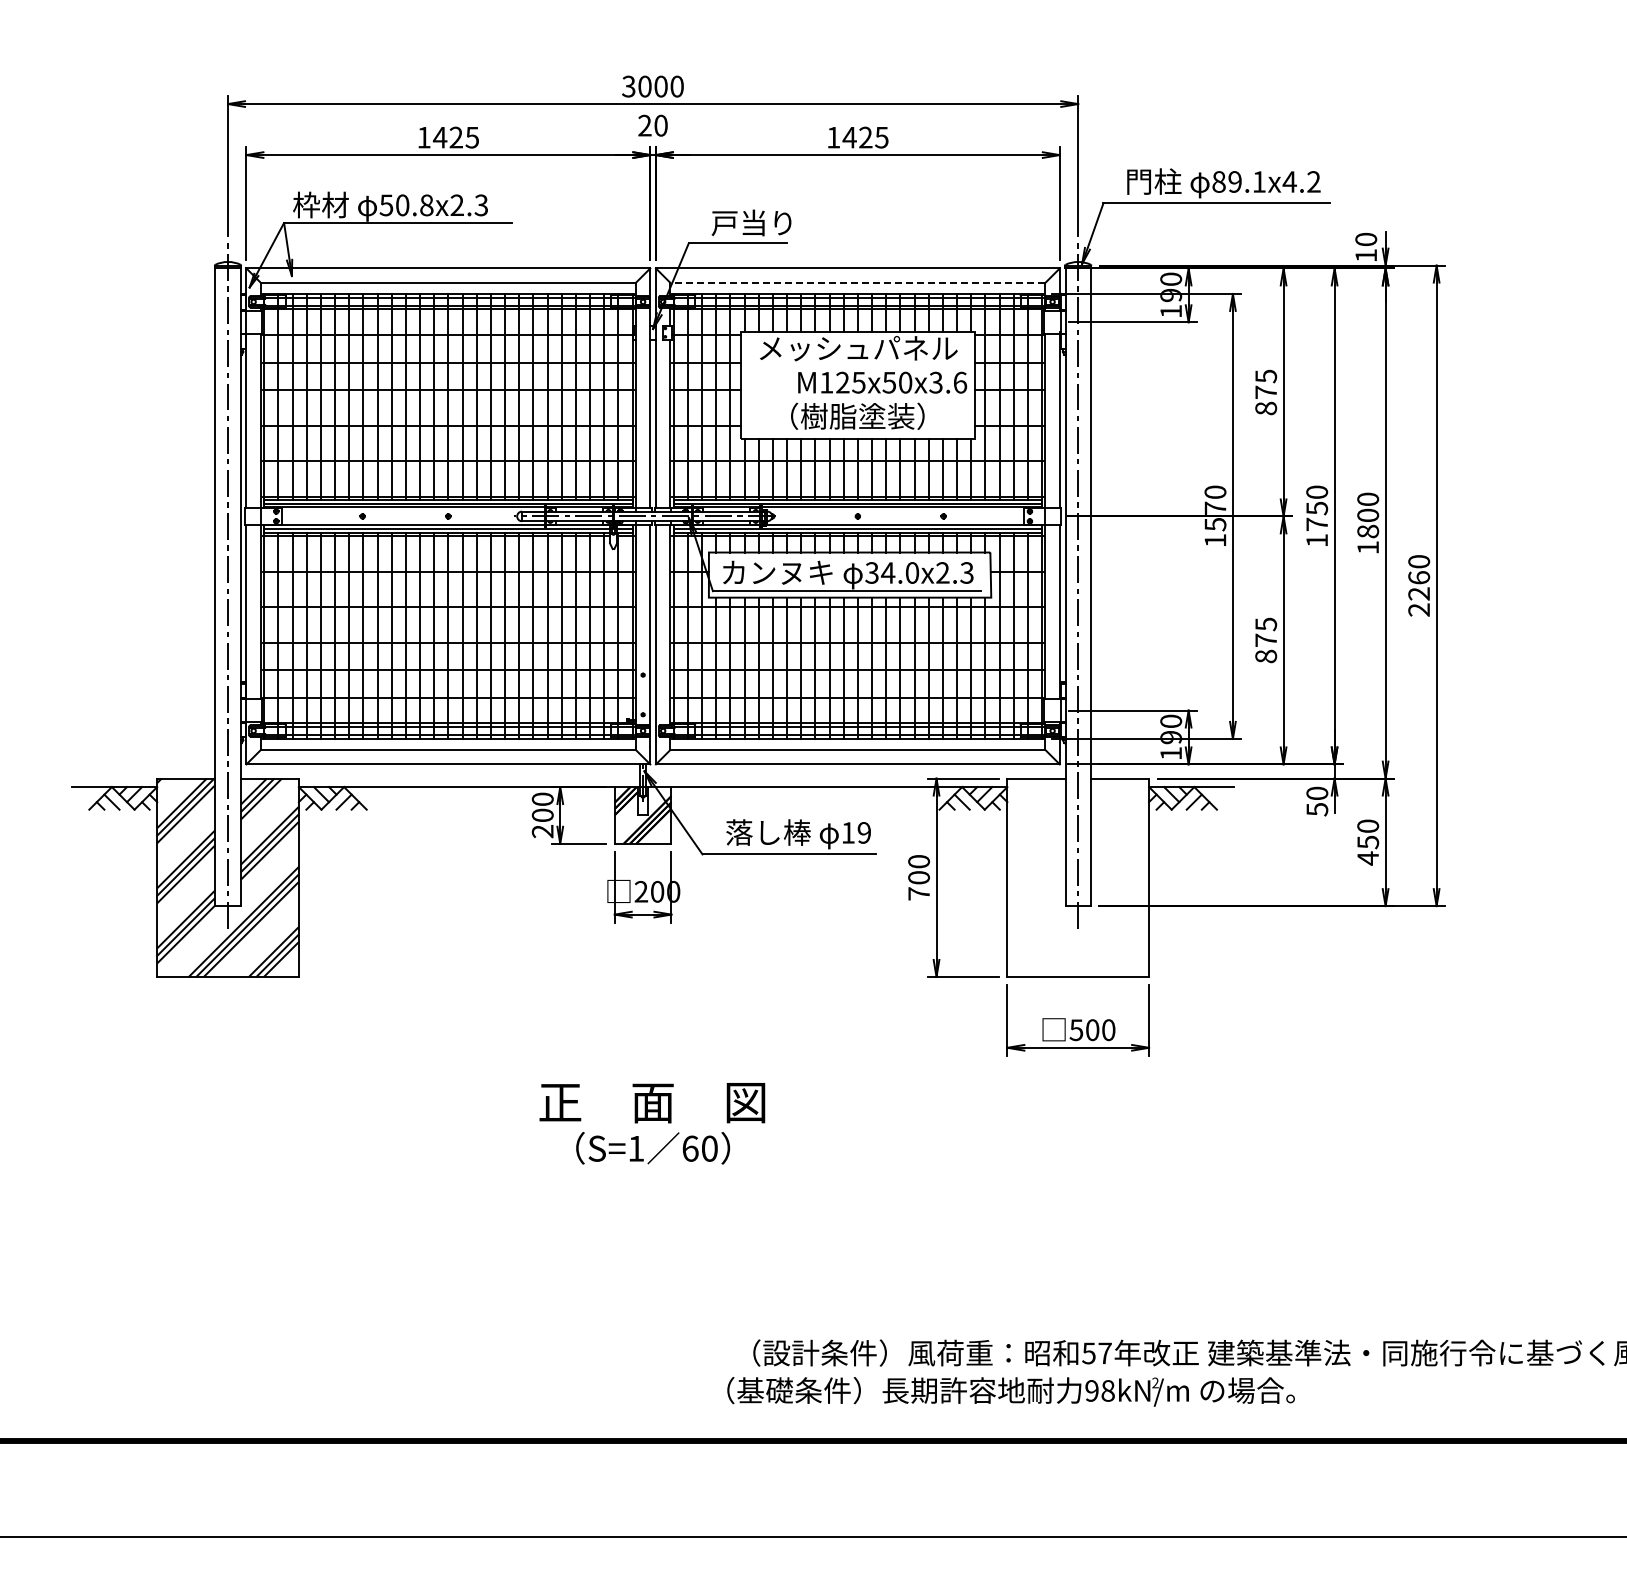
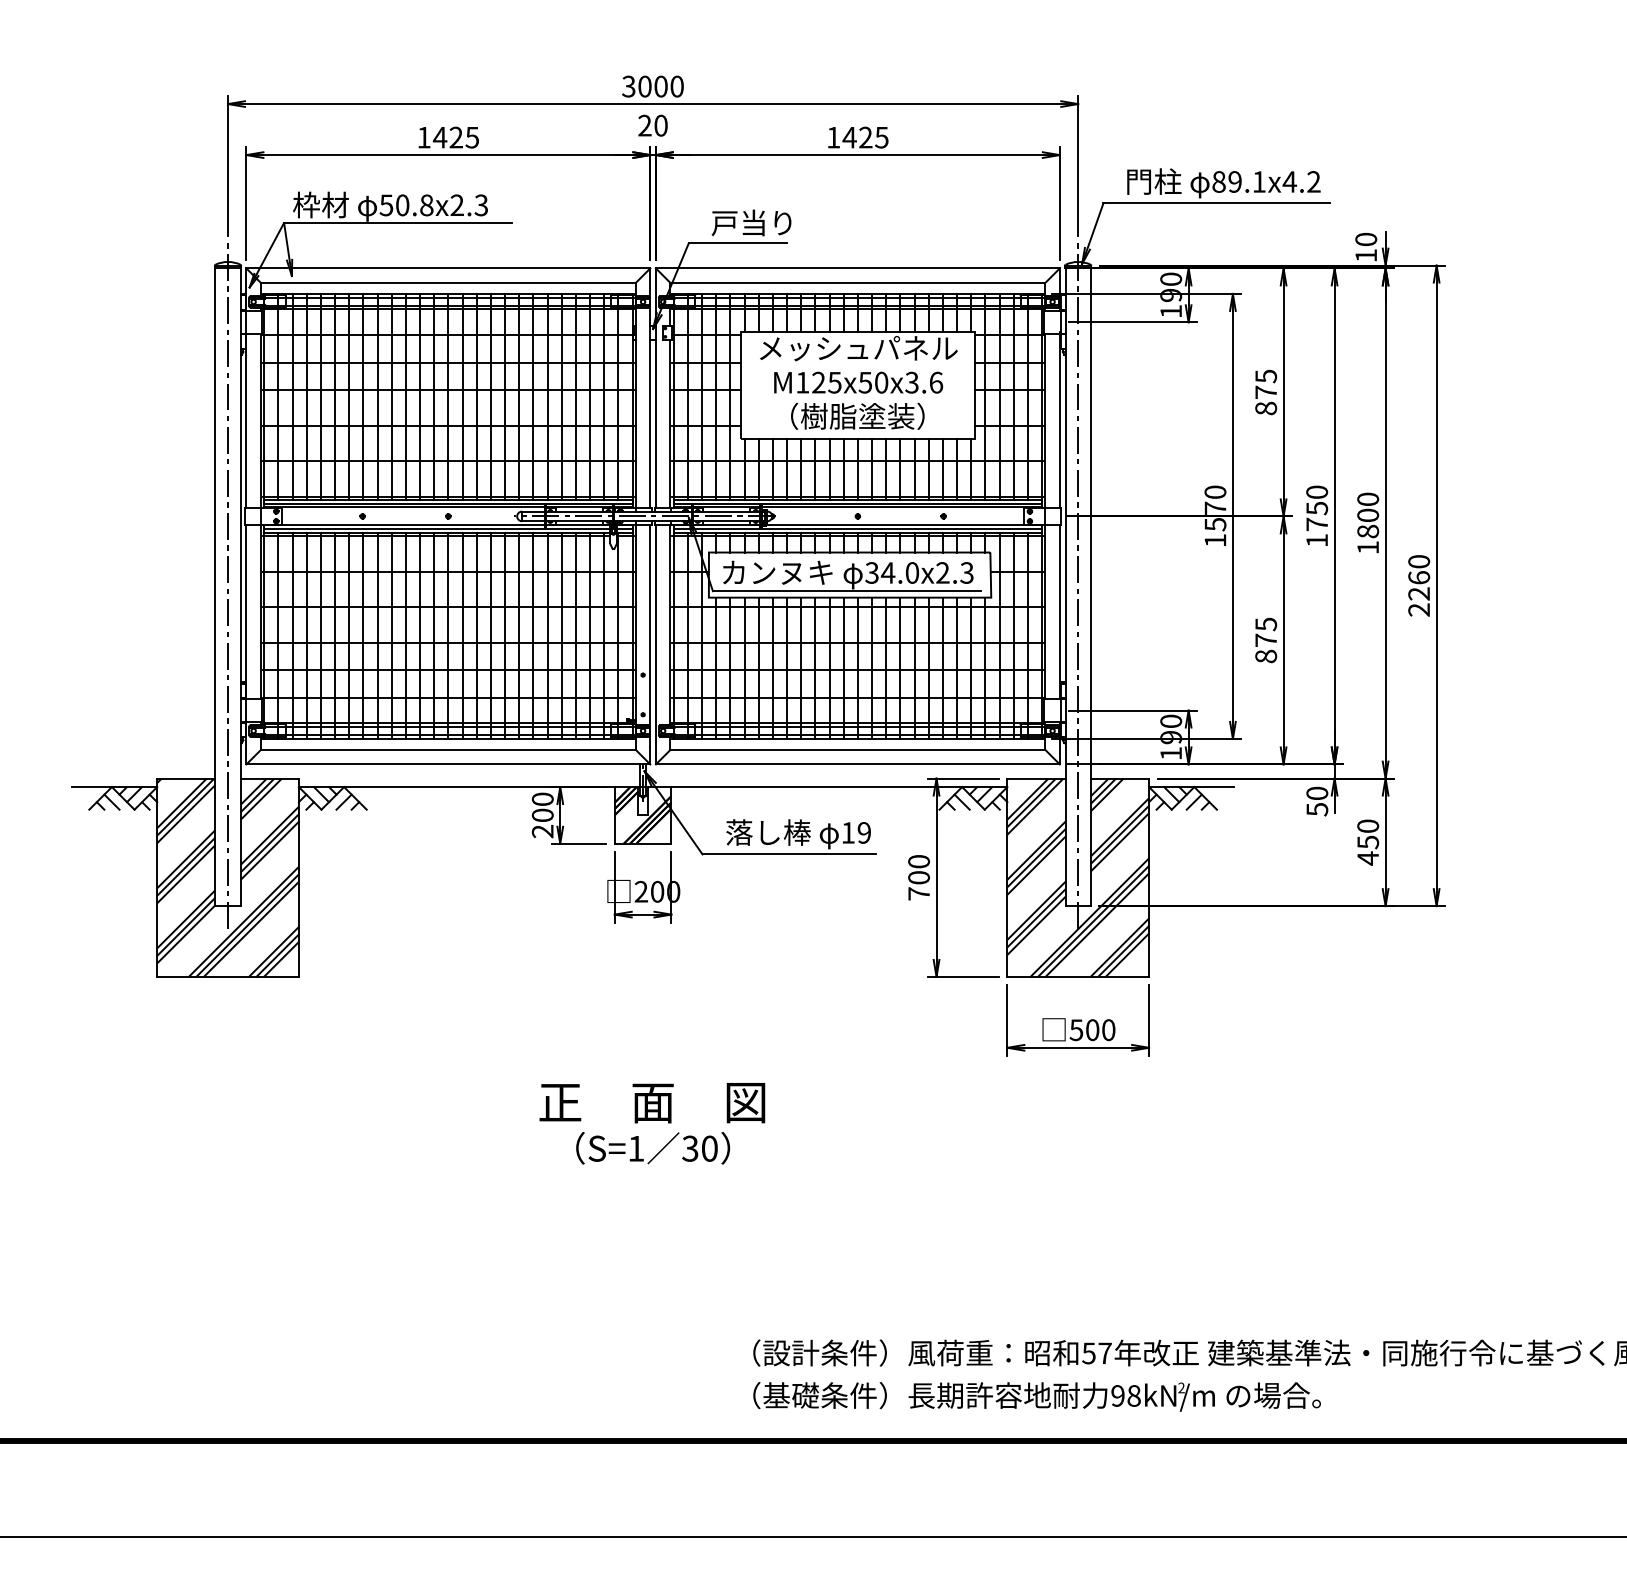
line at (857, 282): dashed -> solid
text at (882, 382) position: (882, 382) -> (858, 382)
hatch at (1078, 877): none -> present
text at (690, 1148): 60 -> 30
text at (1010, 1391) position: (1010, 1391) -> (1036, 1396)
